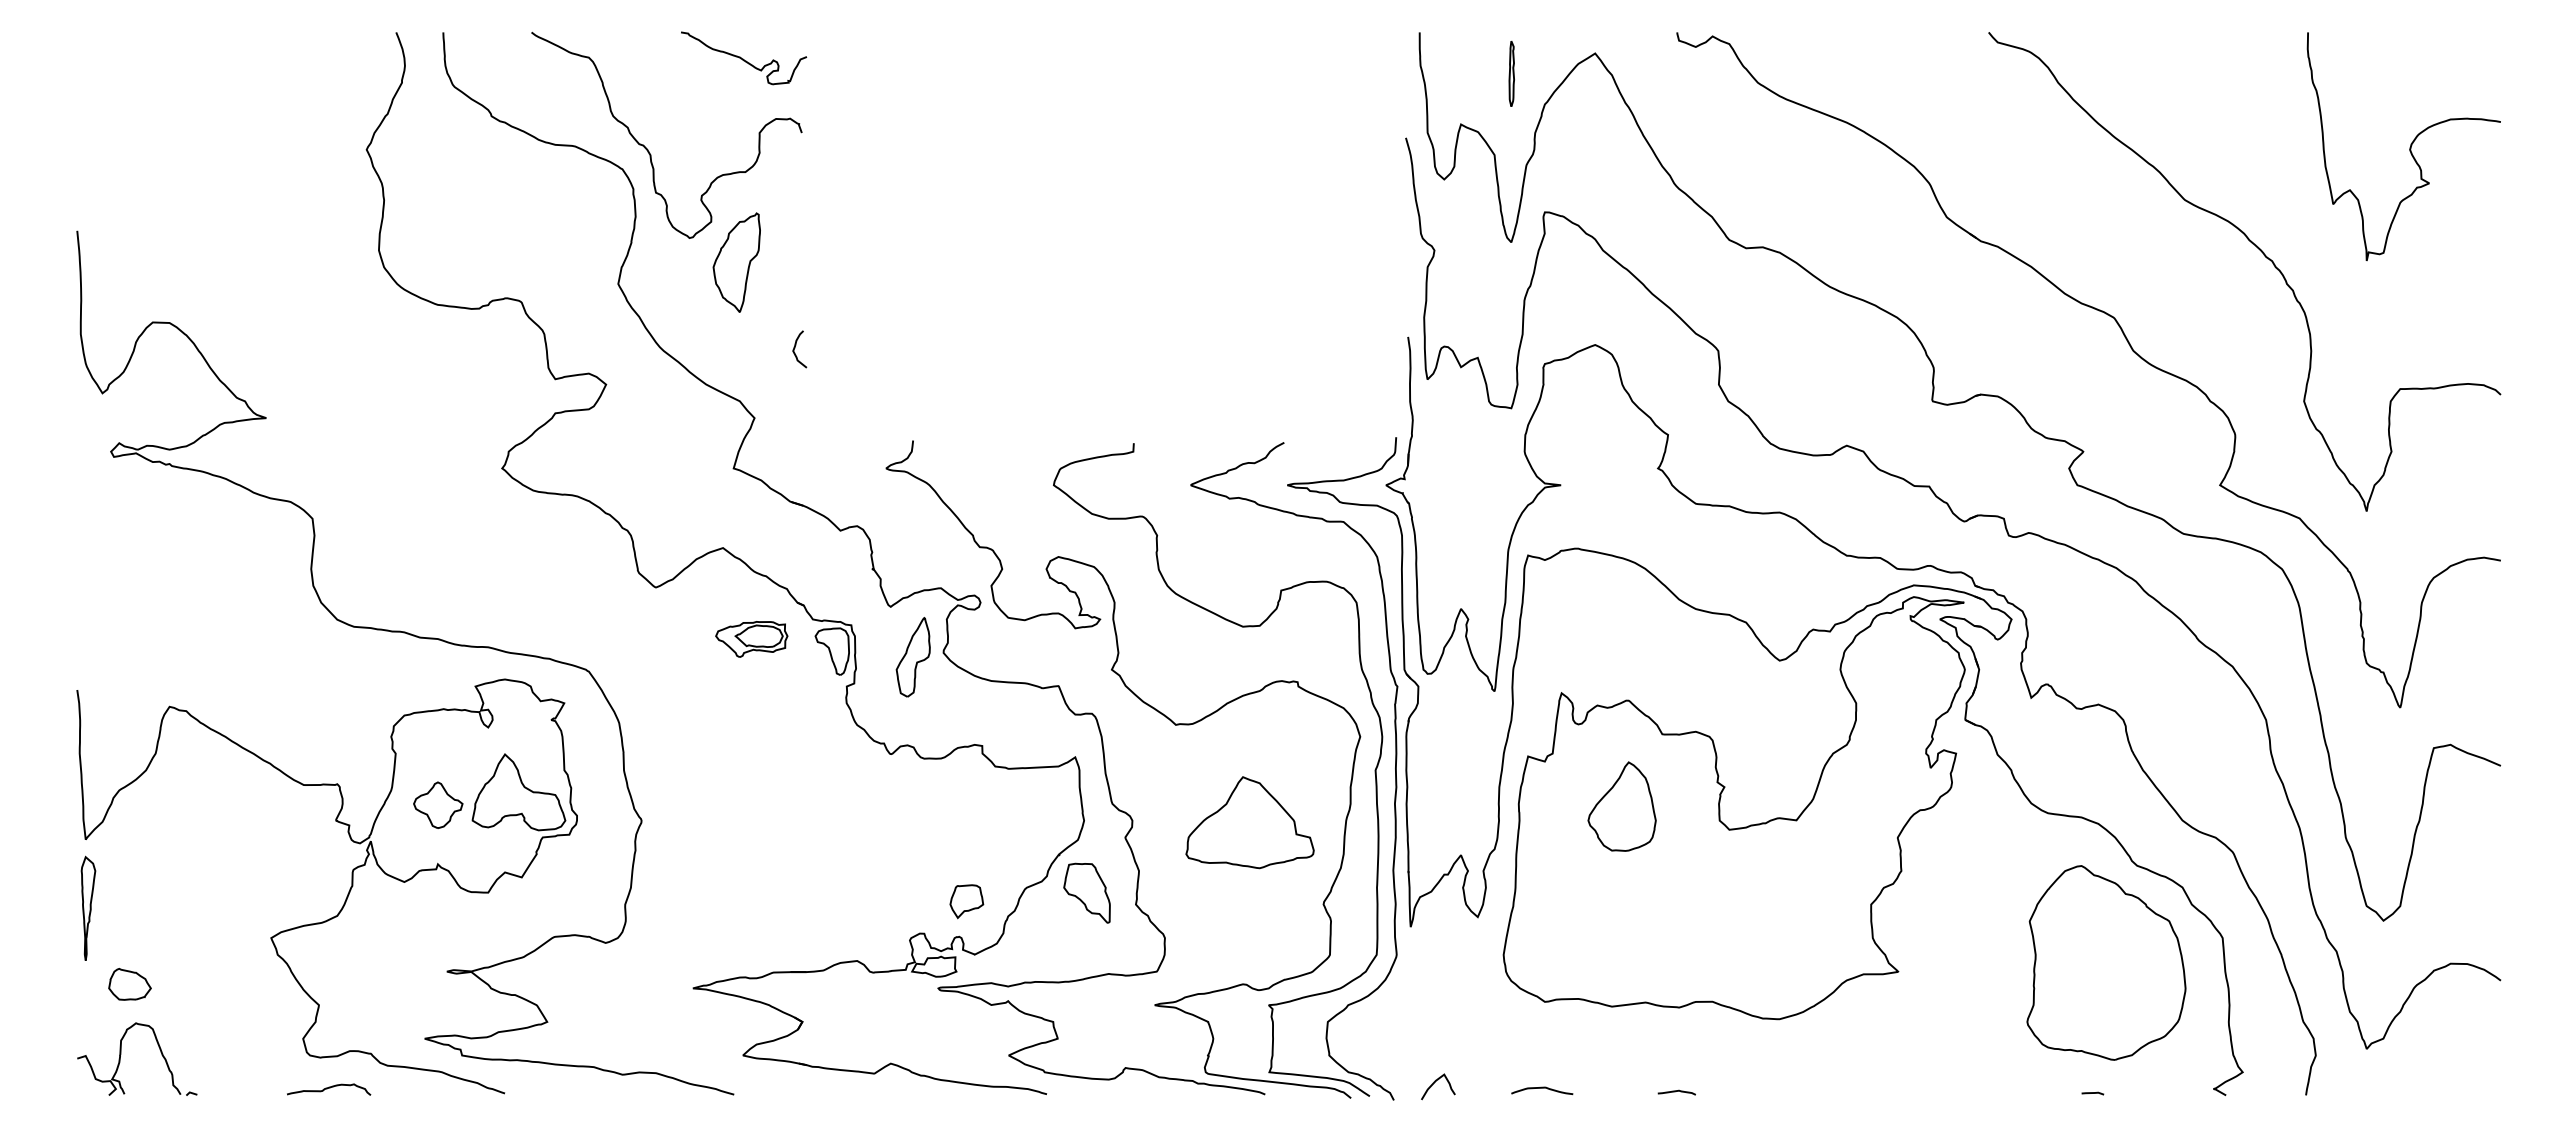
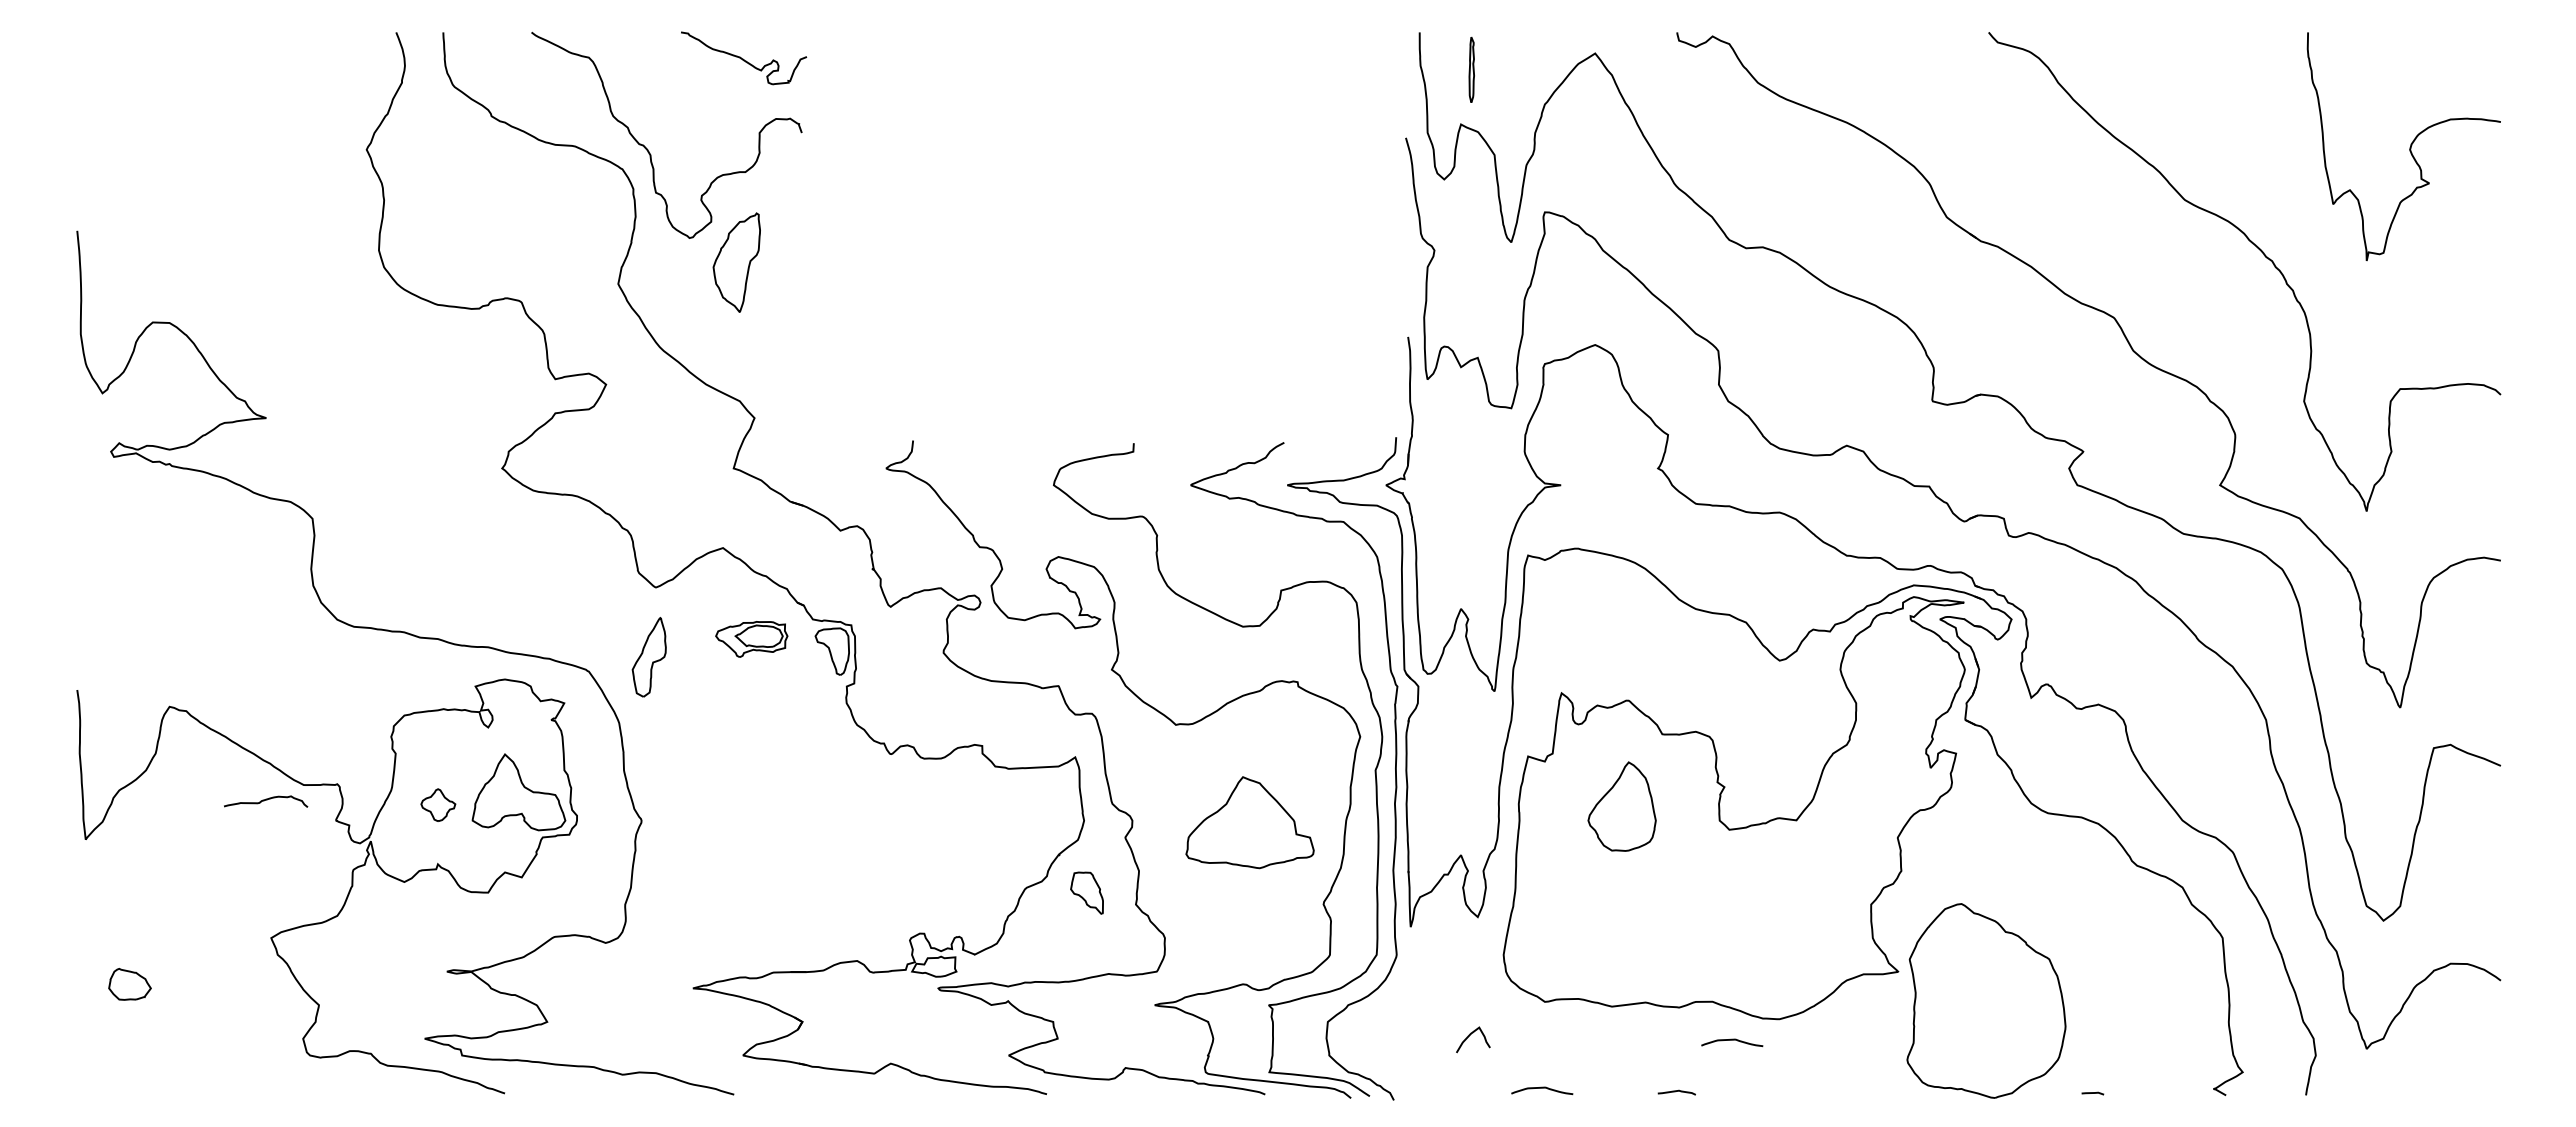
part at (1511, 73) position: (1511, 73) -> (1471, 69)
curve at (795, 348): present -> none
part at (912, 657) position: (912, 657) -> (648, 657)
part at (438, 804) size: 51x48 px -> 37x34 px
part at (1086, 892) size: 48x62 px -> 34x44 px
part at (966, 901): present -> none
part at (88, 907): present -> none
part at (2106, 962) position: (2106, 962) -> (1986, 1000)
curve at (1732, 1040): none -> present
part at (121, 1054): present -> none
curve at (1435, 1082) position: (1435, 1082) -> (1470, 1035)
curve at (329, 1088) position: (329, 1088) -> (266, 800)
